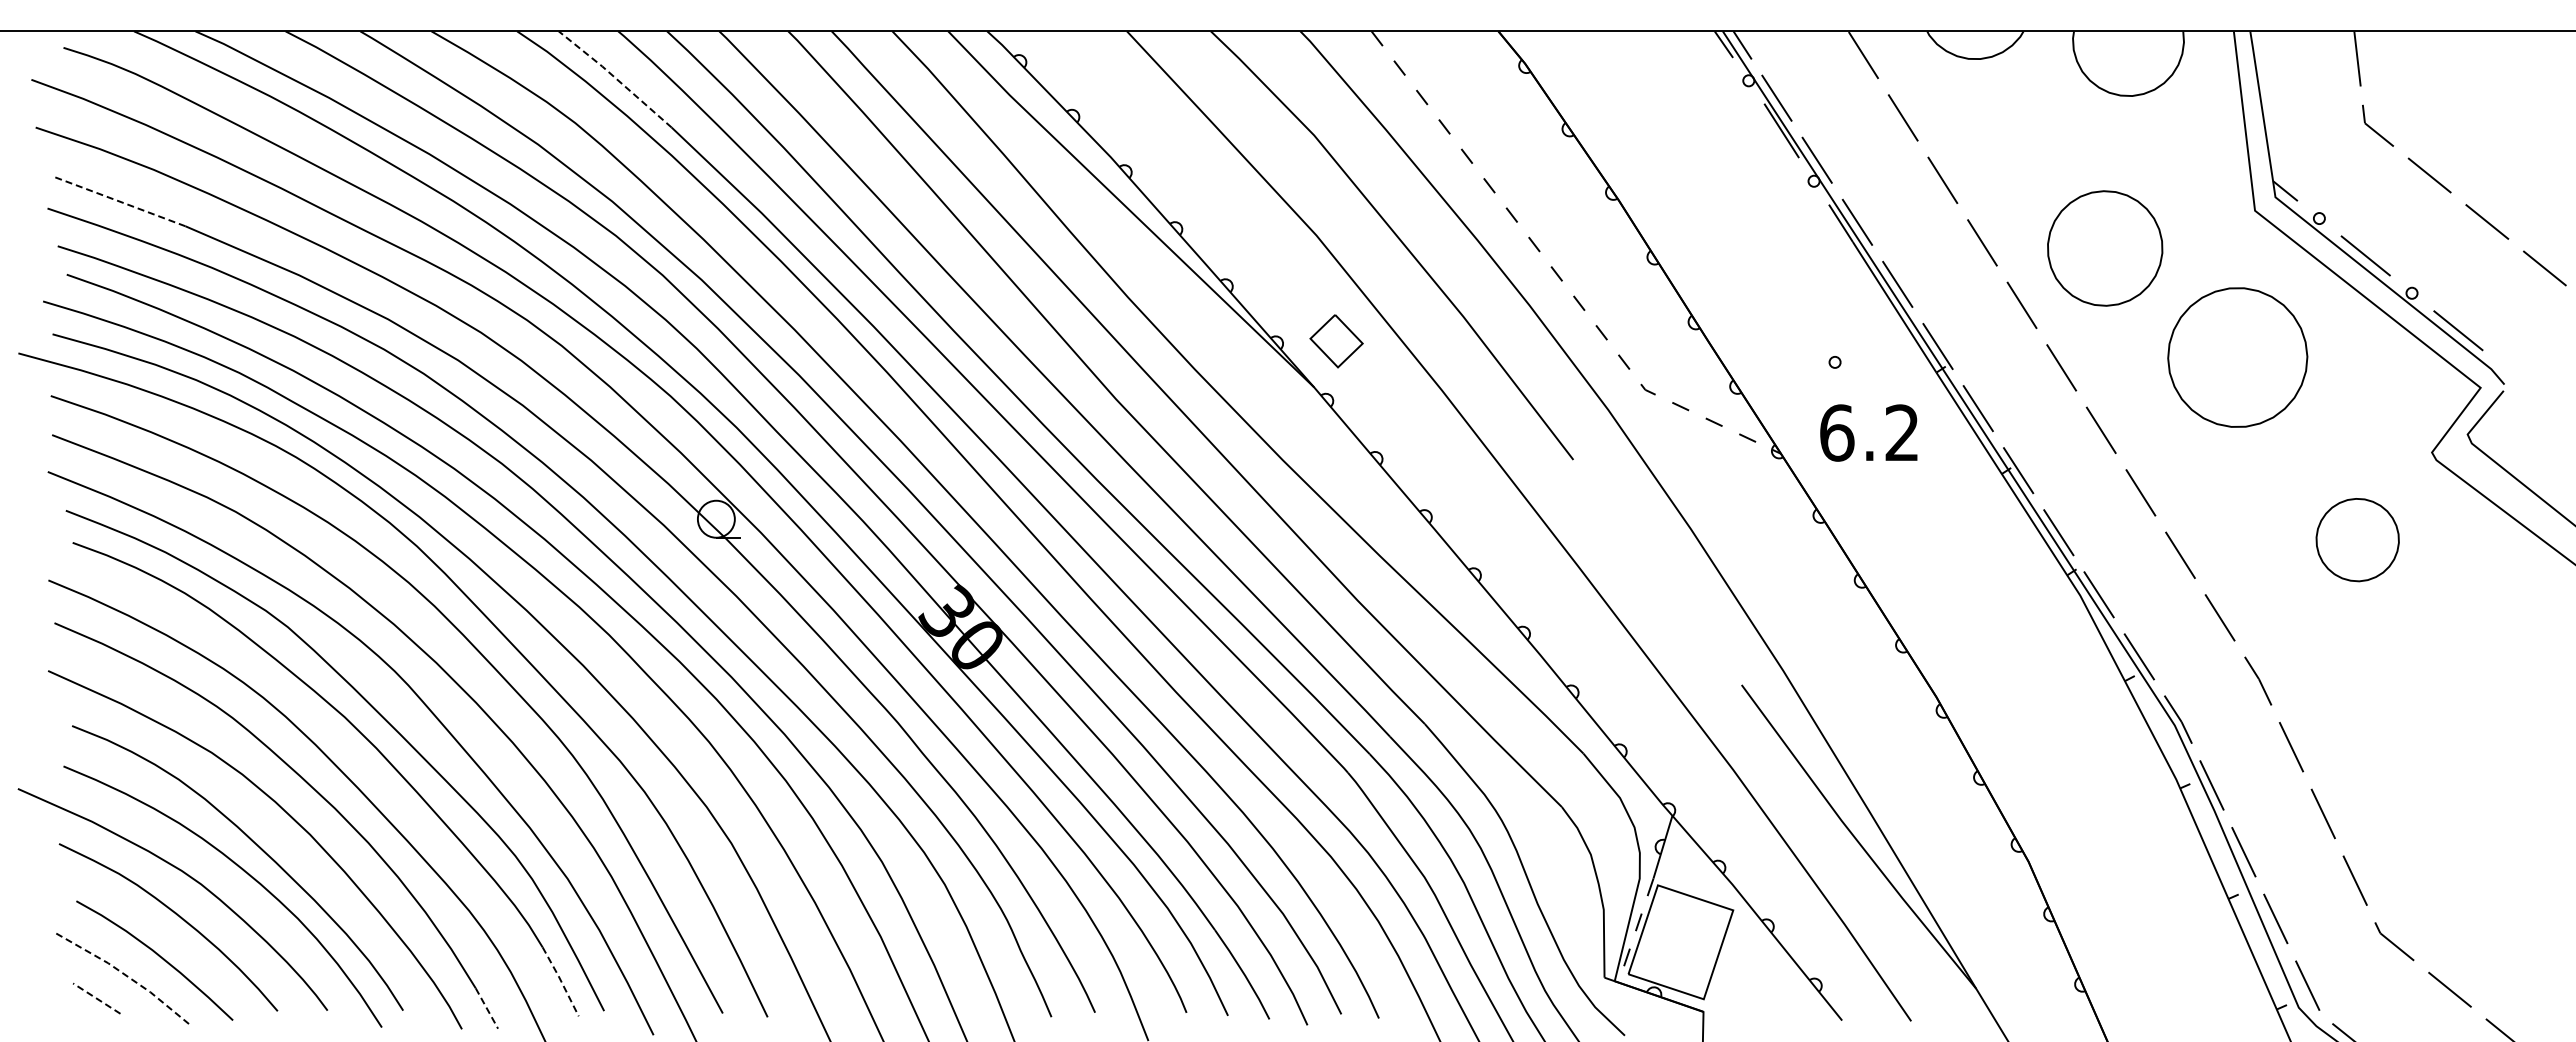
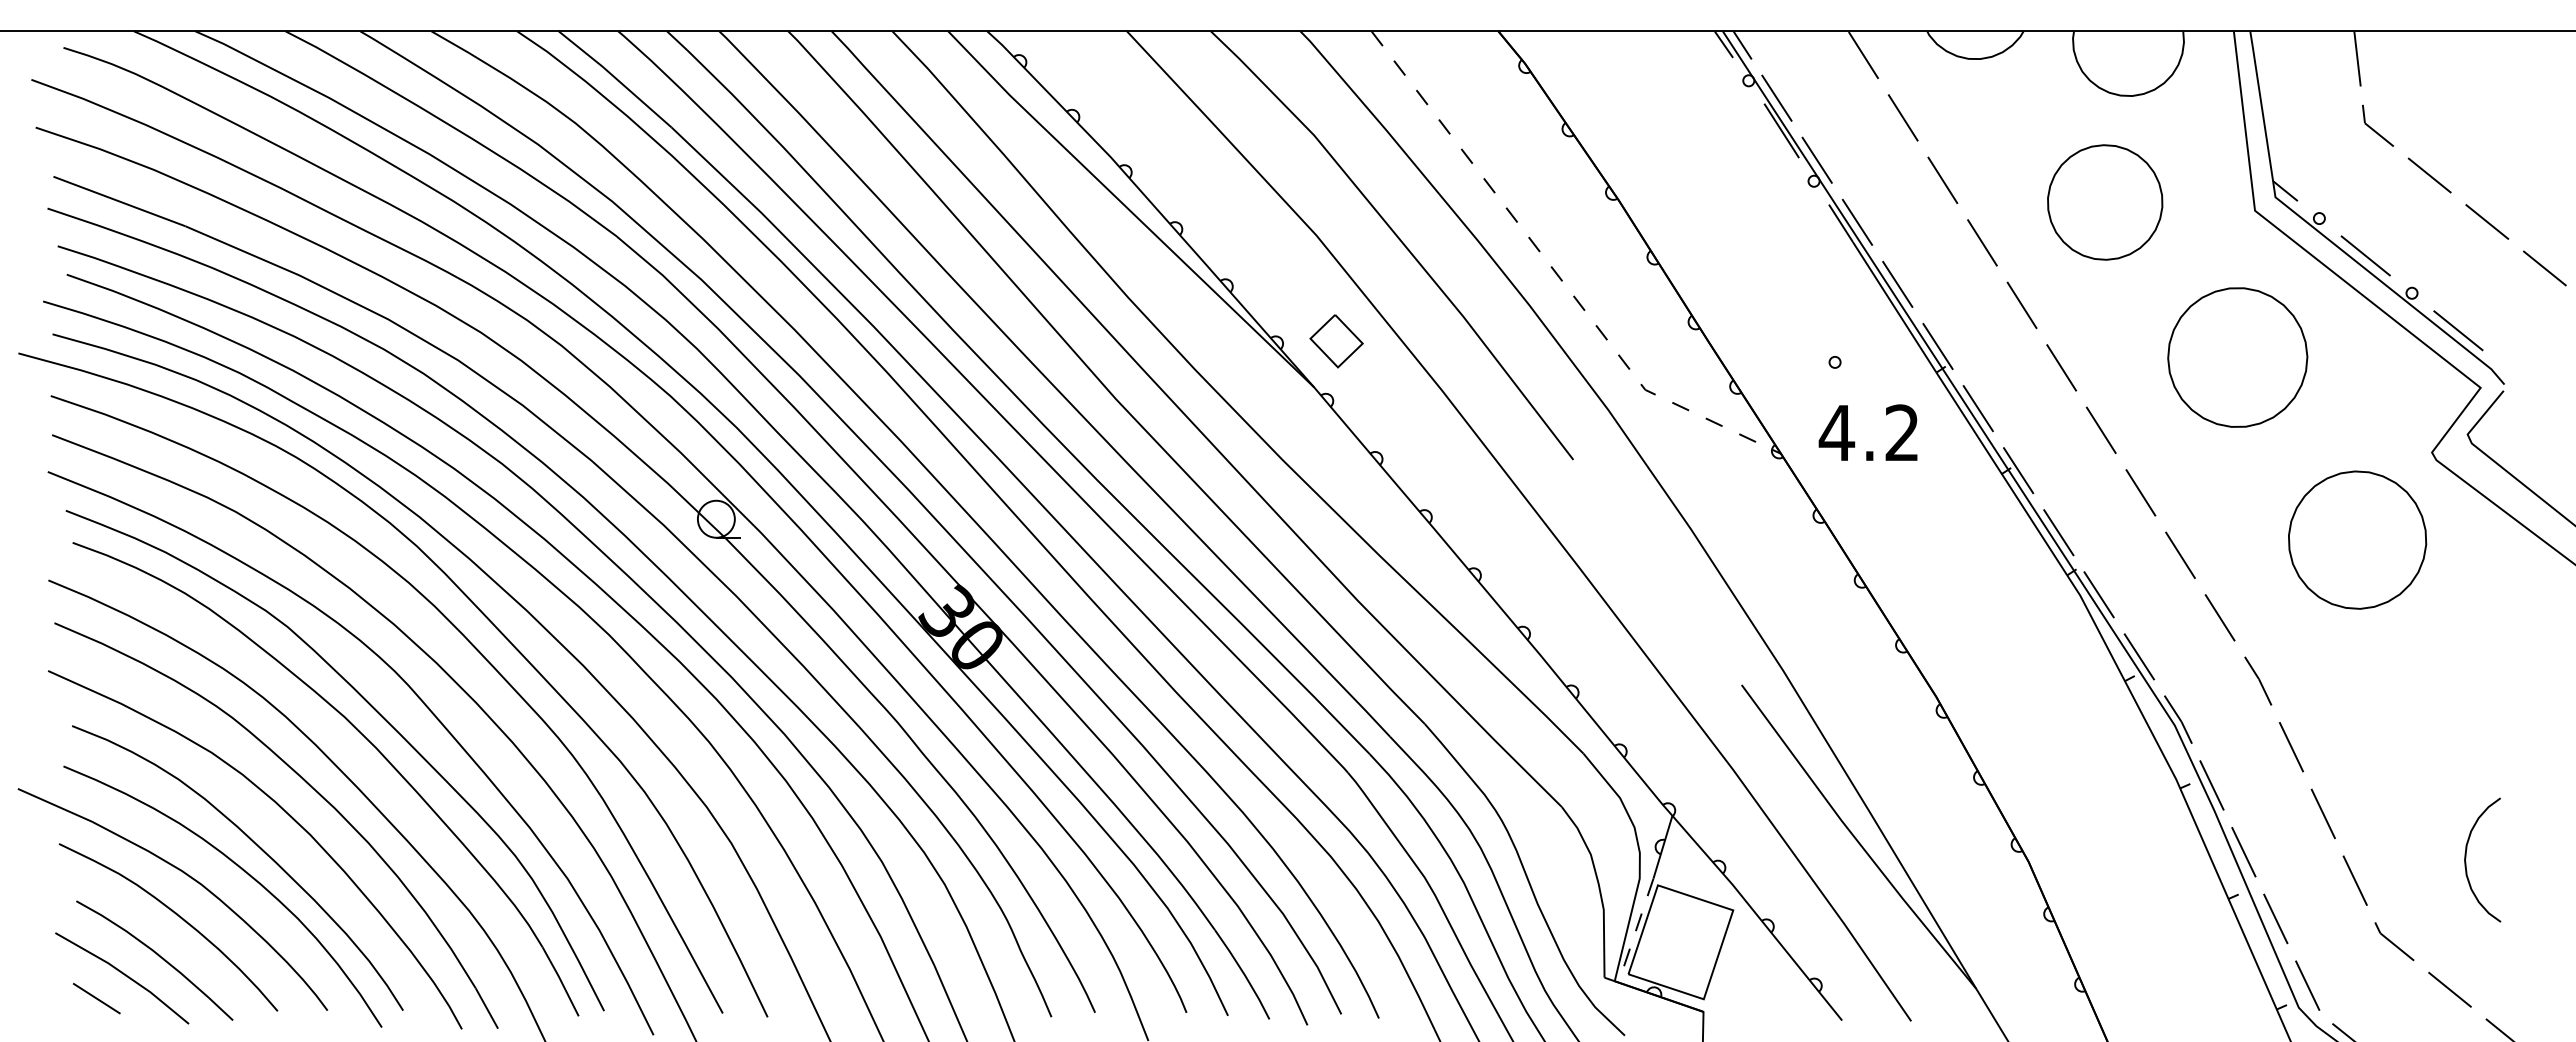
line at (615, 78): dashed -> solid
line at (118, 201): dashed -> solid
part at (2105, 248) position: (2105, 248) -> (2105, 202)
text at (1836, 432): 6.2 -> 4.2
part at (2357, 540) size: 85x85 px -> 140x140 px
curve at (2466, 858): none -> present
line at (125, 974): dashed -> solid
line at (561, 981): dashed -> solid
line at (96, 998): dashed -> solid
line at (487, 1008): dashed -> solid
